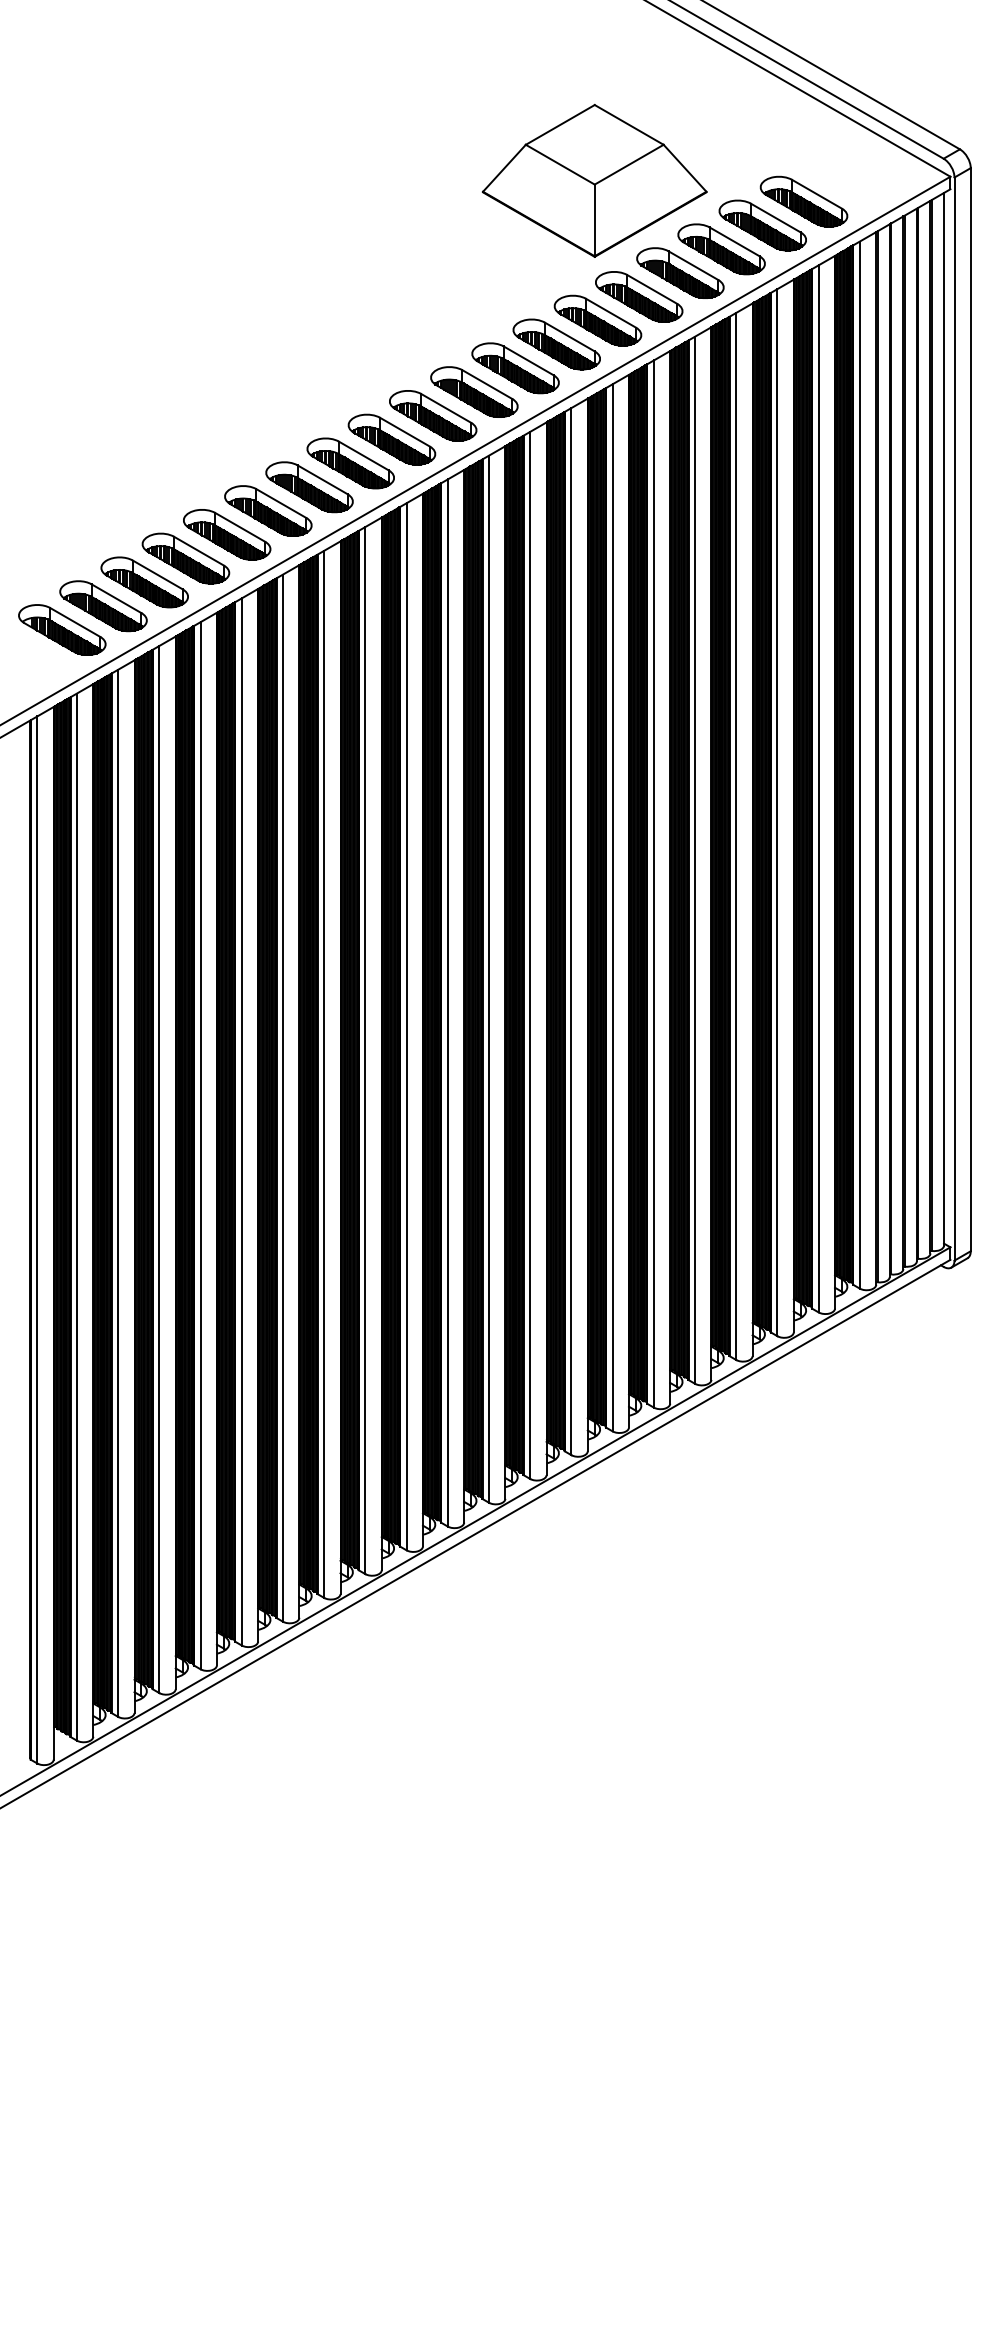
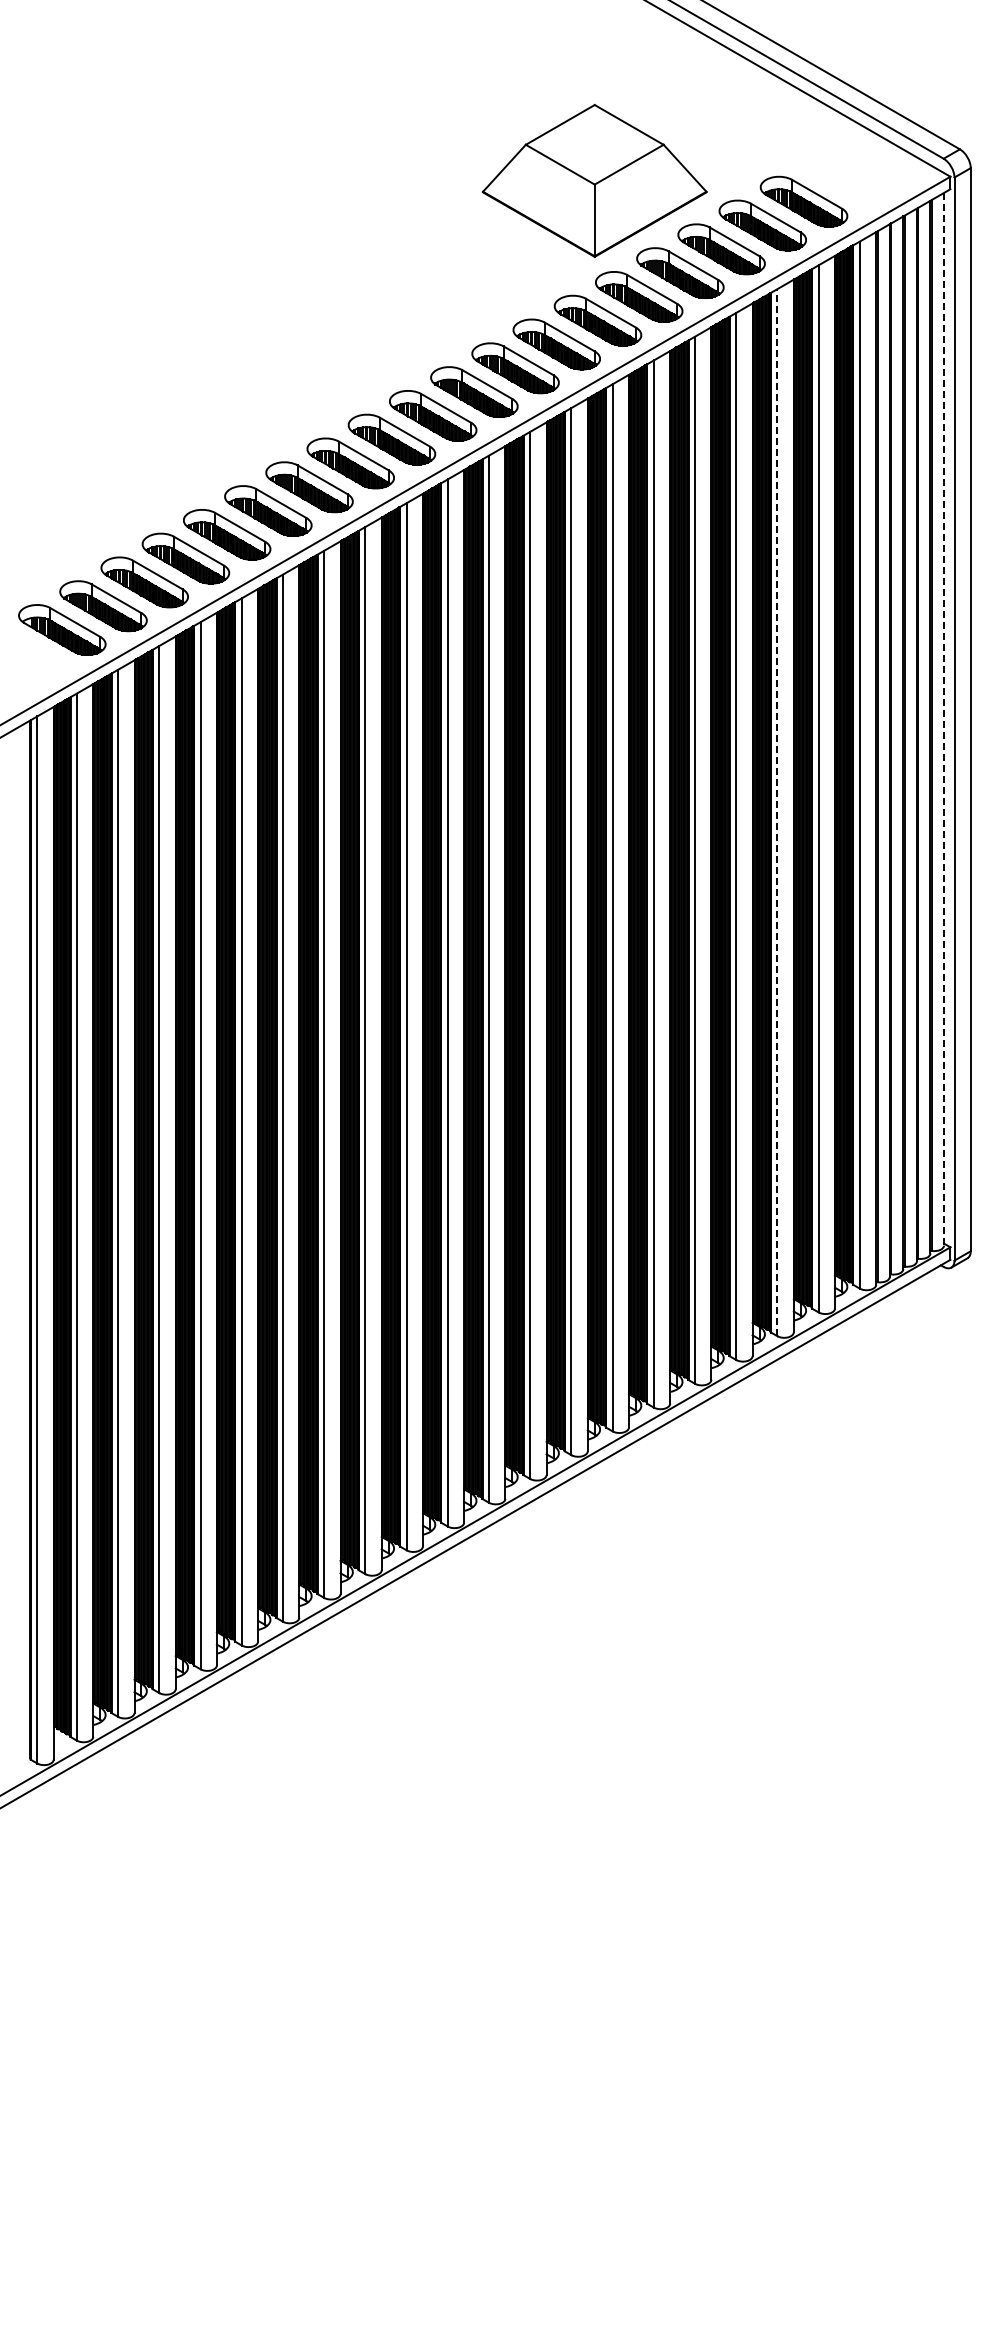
line at (944, 719): solid -> dashed
line at (777, 812): solid -> dashed
